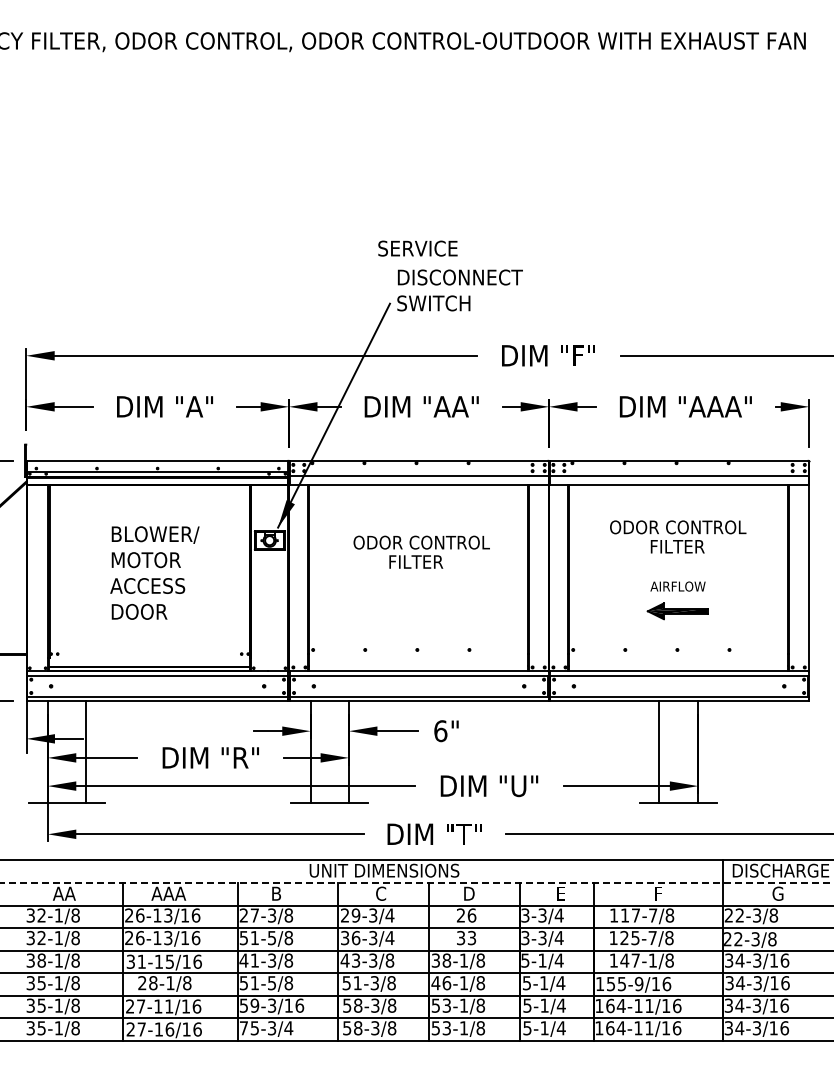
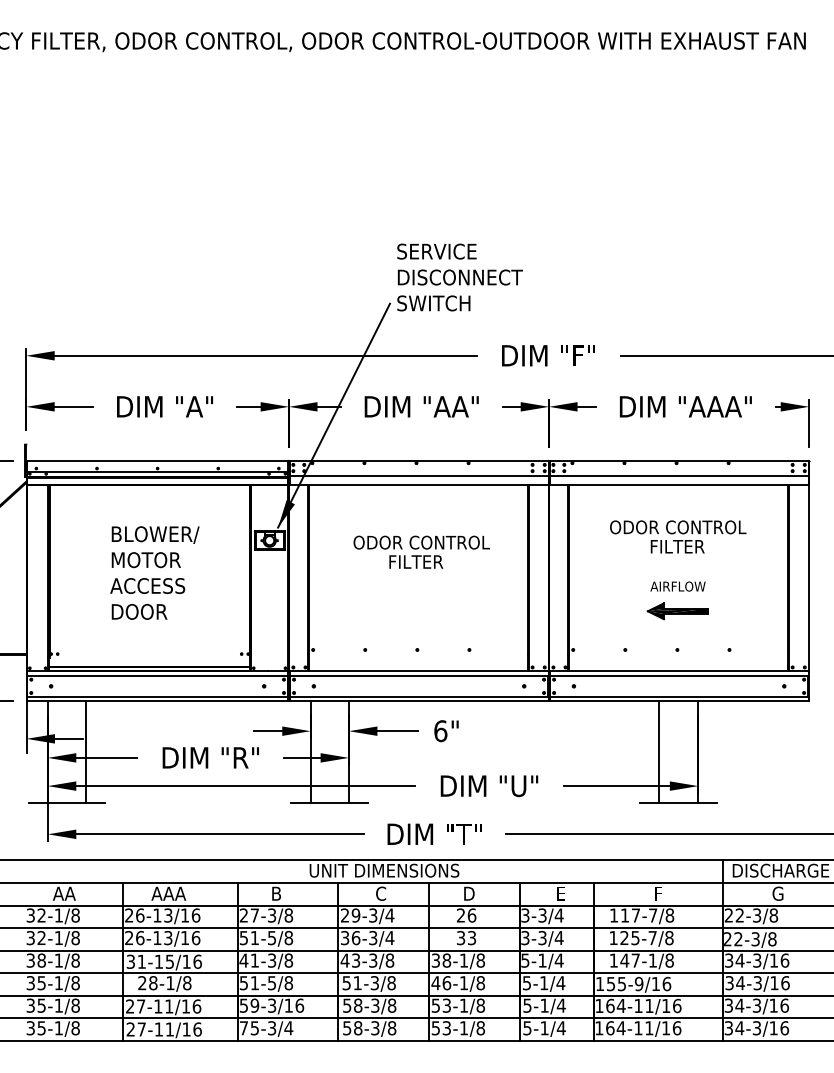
text at (417, 248) position: (417, 248) -> (436, 251)
line at (417, 882): dashed -> solid
text at (169, 1029): 27-16/16 -> 27-11/16
